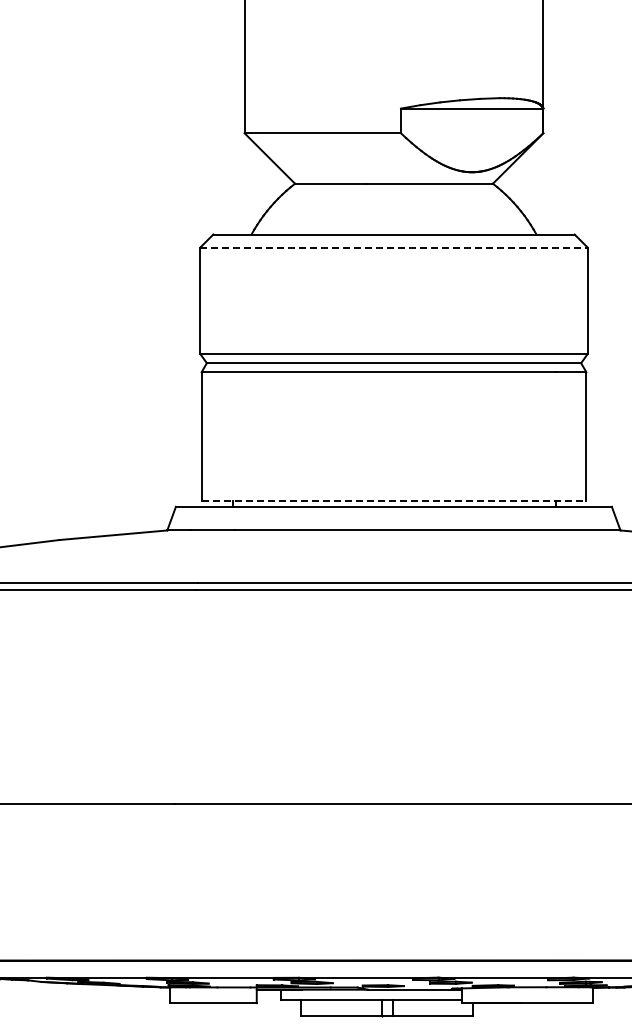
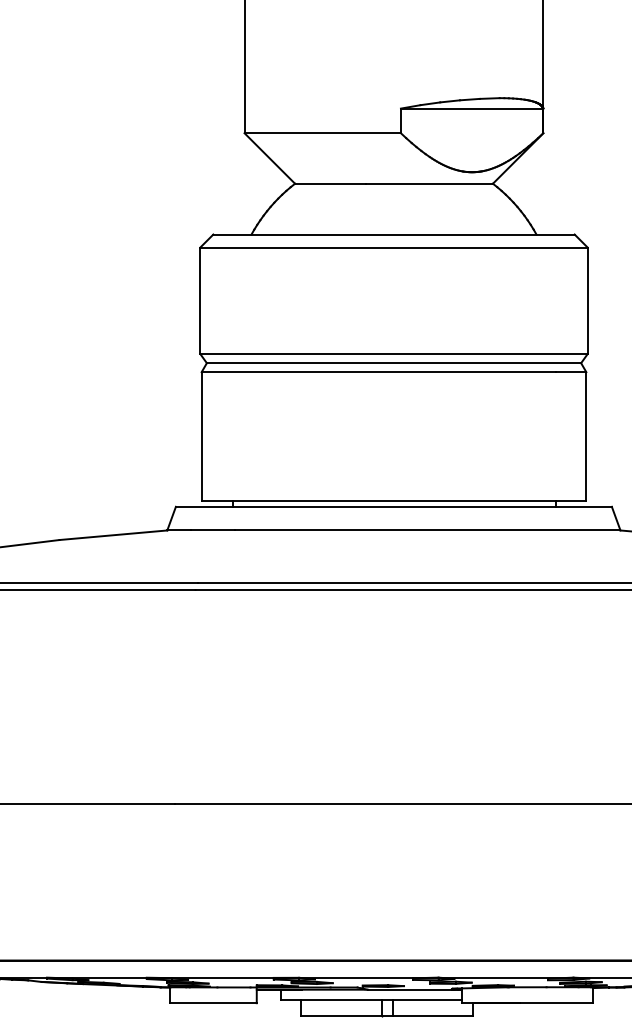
line at (394, 247): dashed -> solid
line at (394, 500): dashed -> solid
